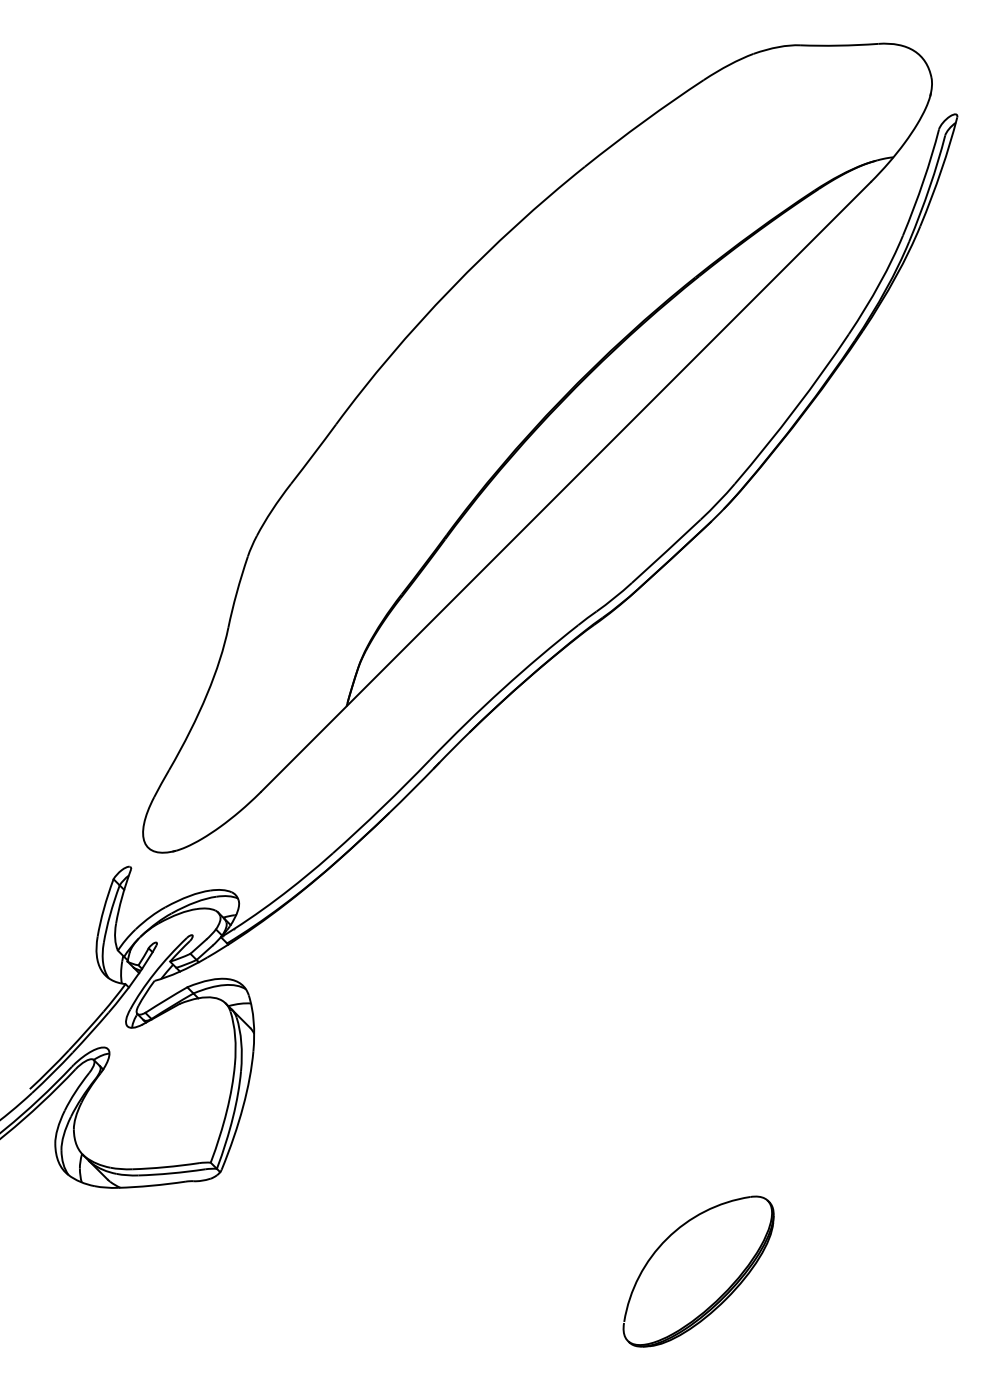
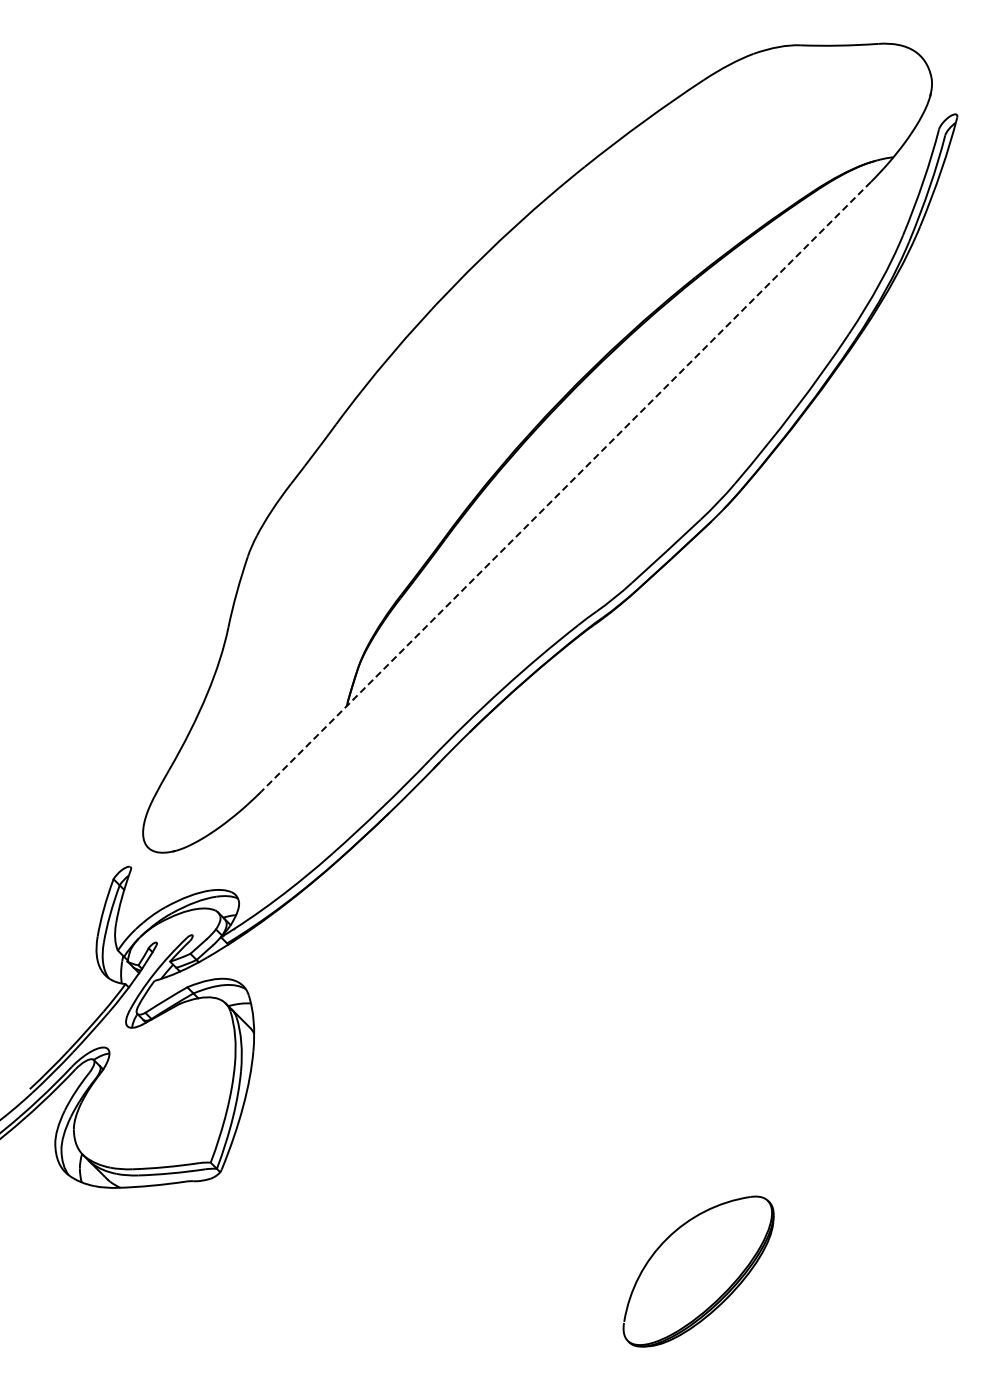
line at (565, 487): solid -> dashed
